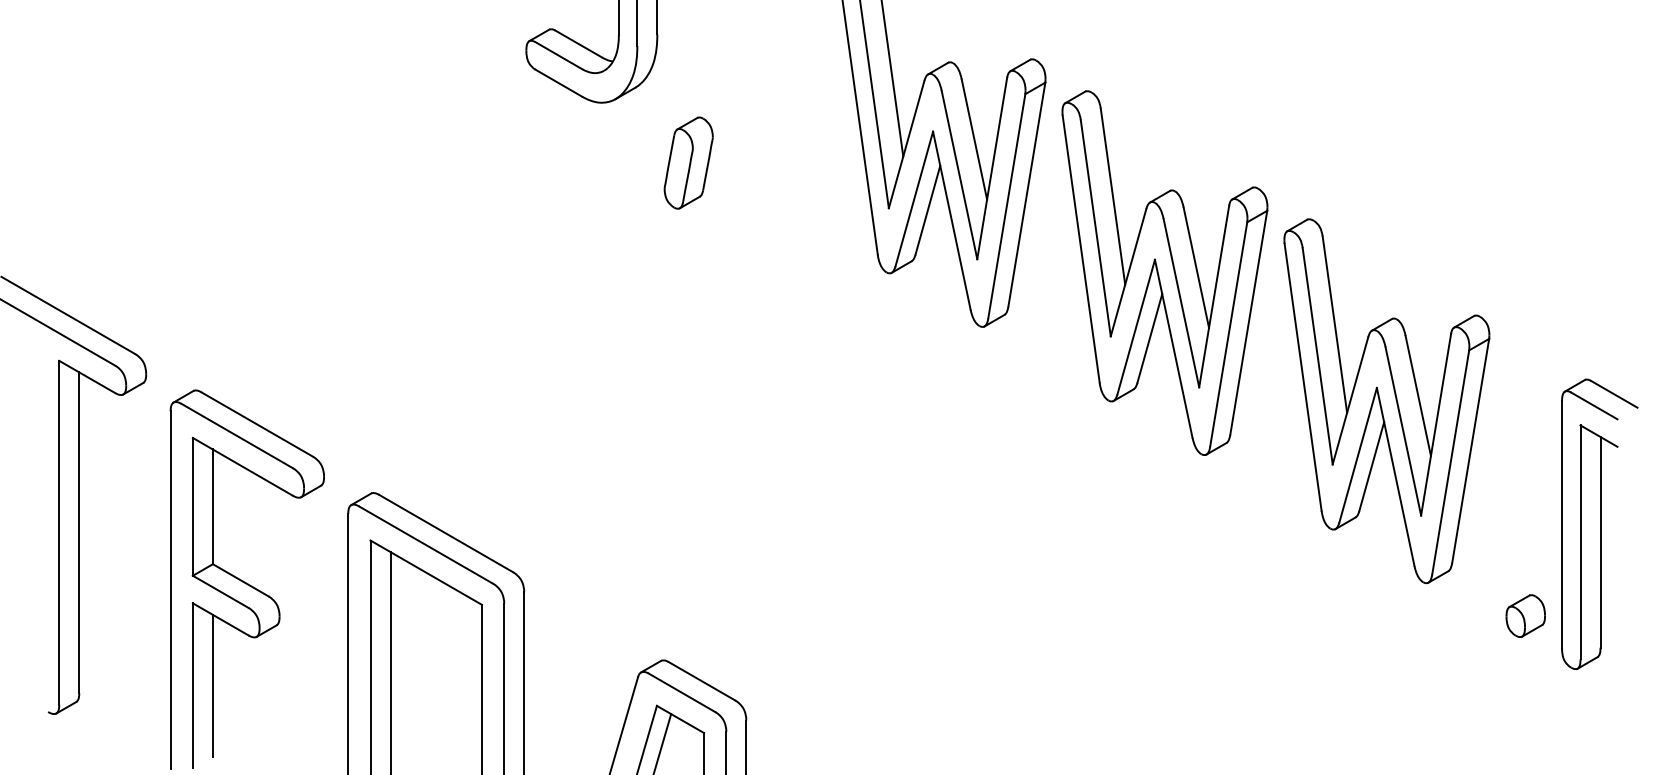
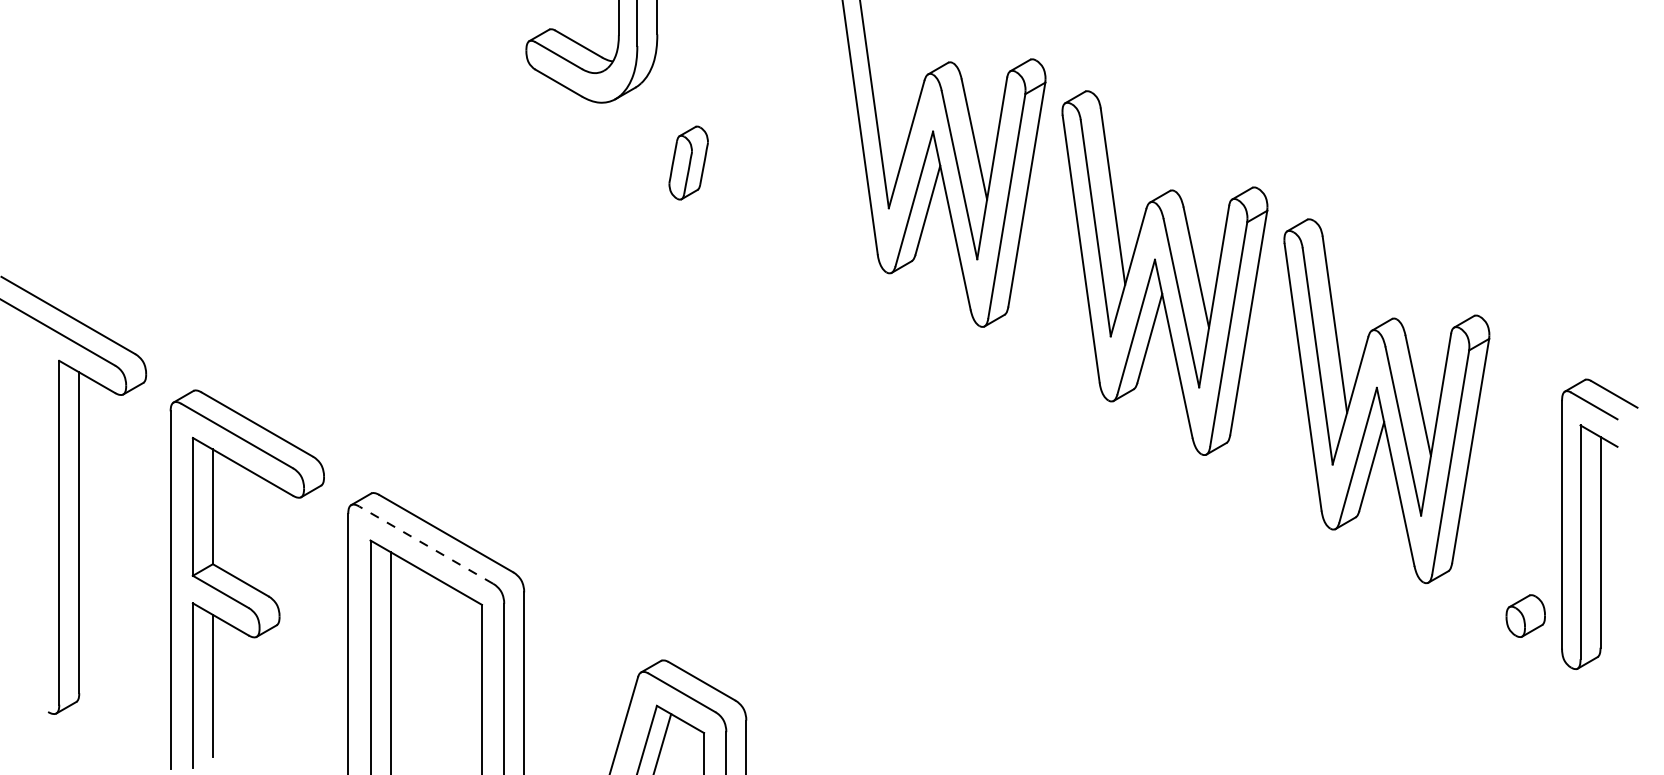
line at (892, 79): present -> none
part at (688, 162) size: 51x94 px -> 41x76 px
line at (425, 544): solid -> dashed
